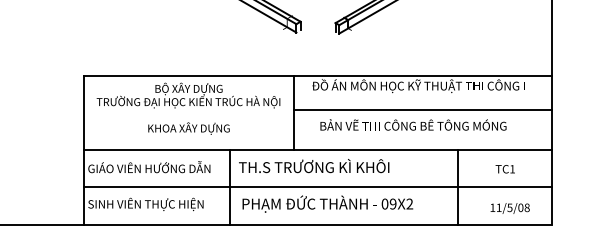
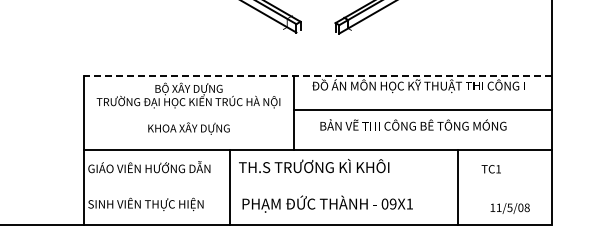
line at (317, 75): solid -> dashed
text at (504, 169) position: (504, 169) -> (490, 169)
line at (317, 187): present -> none
text at (409, 203): 09X2 -> 09X1
